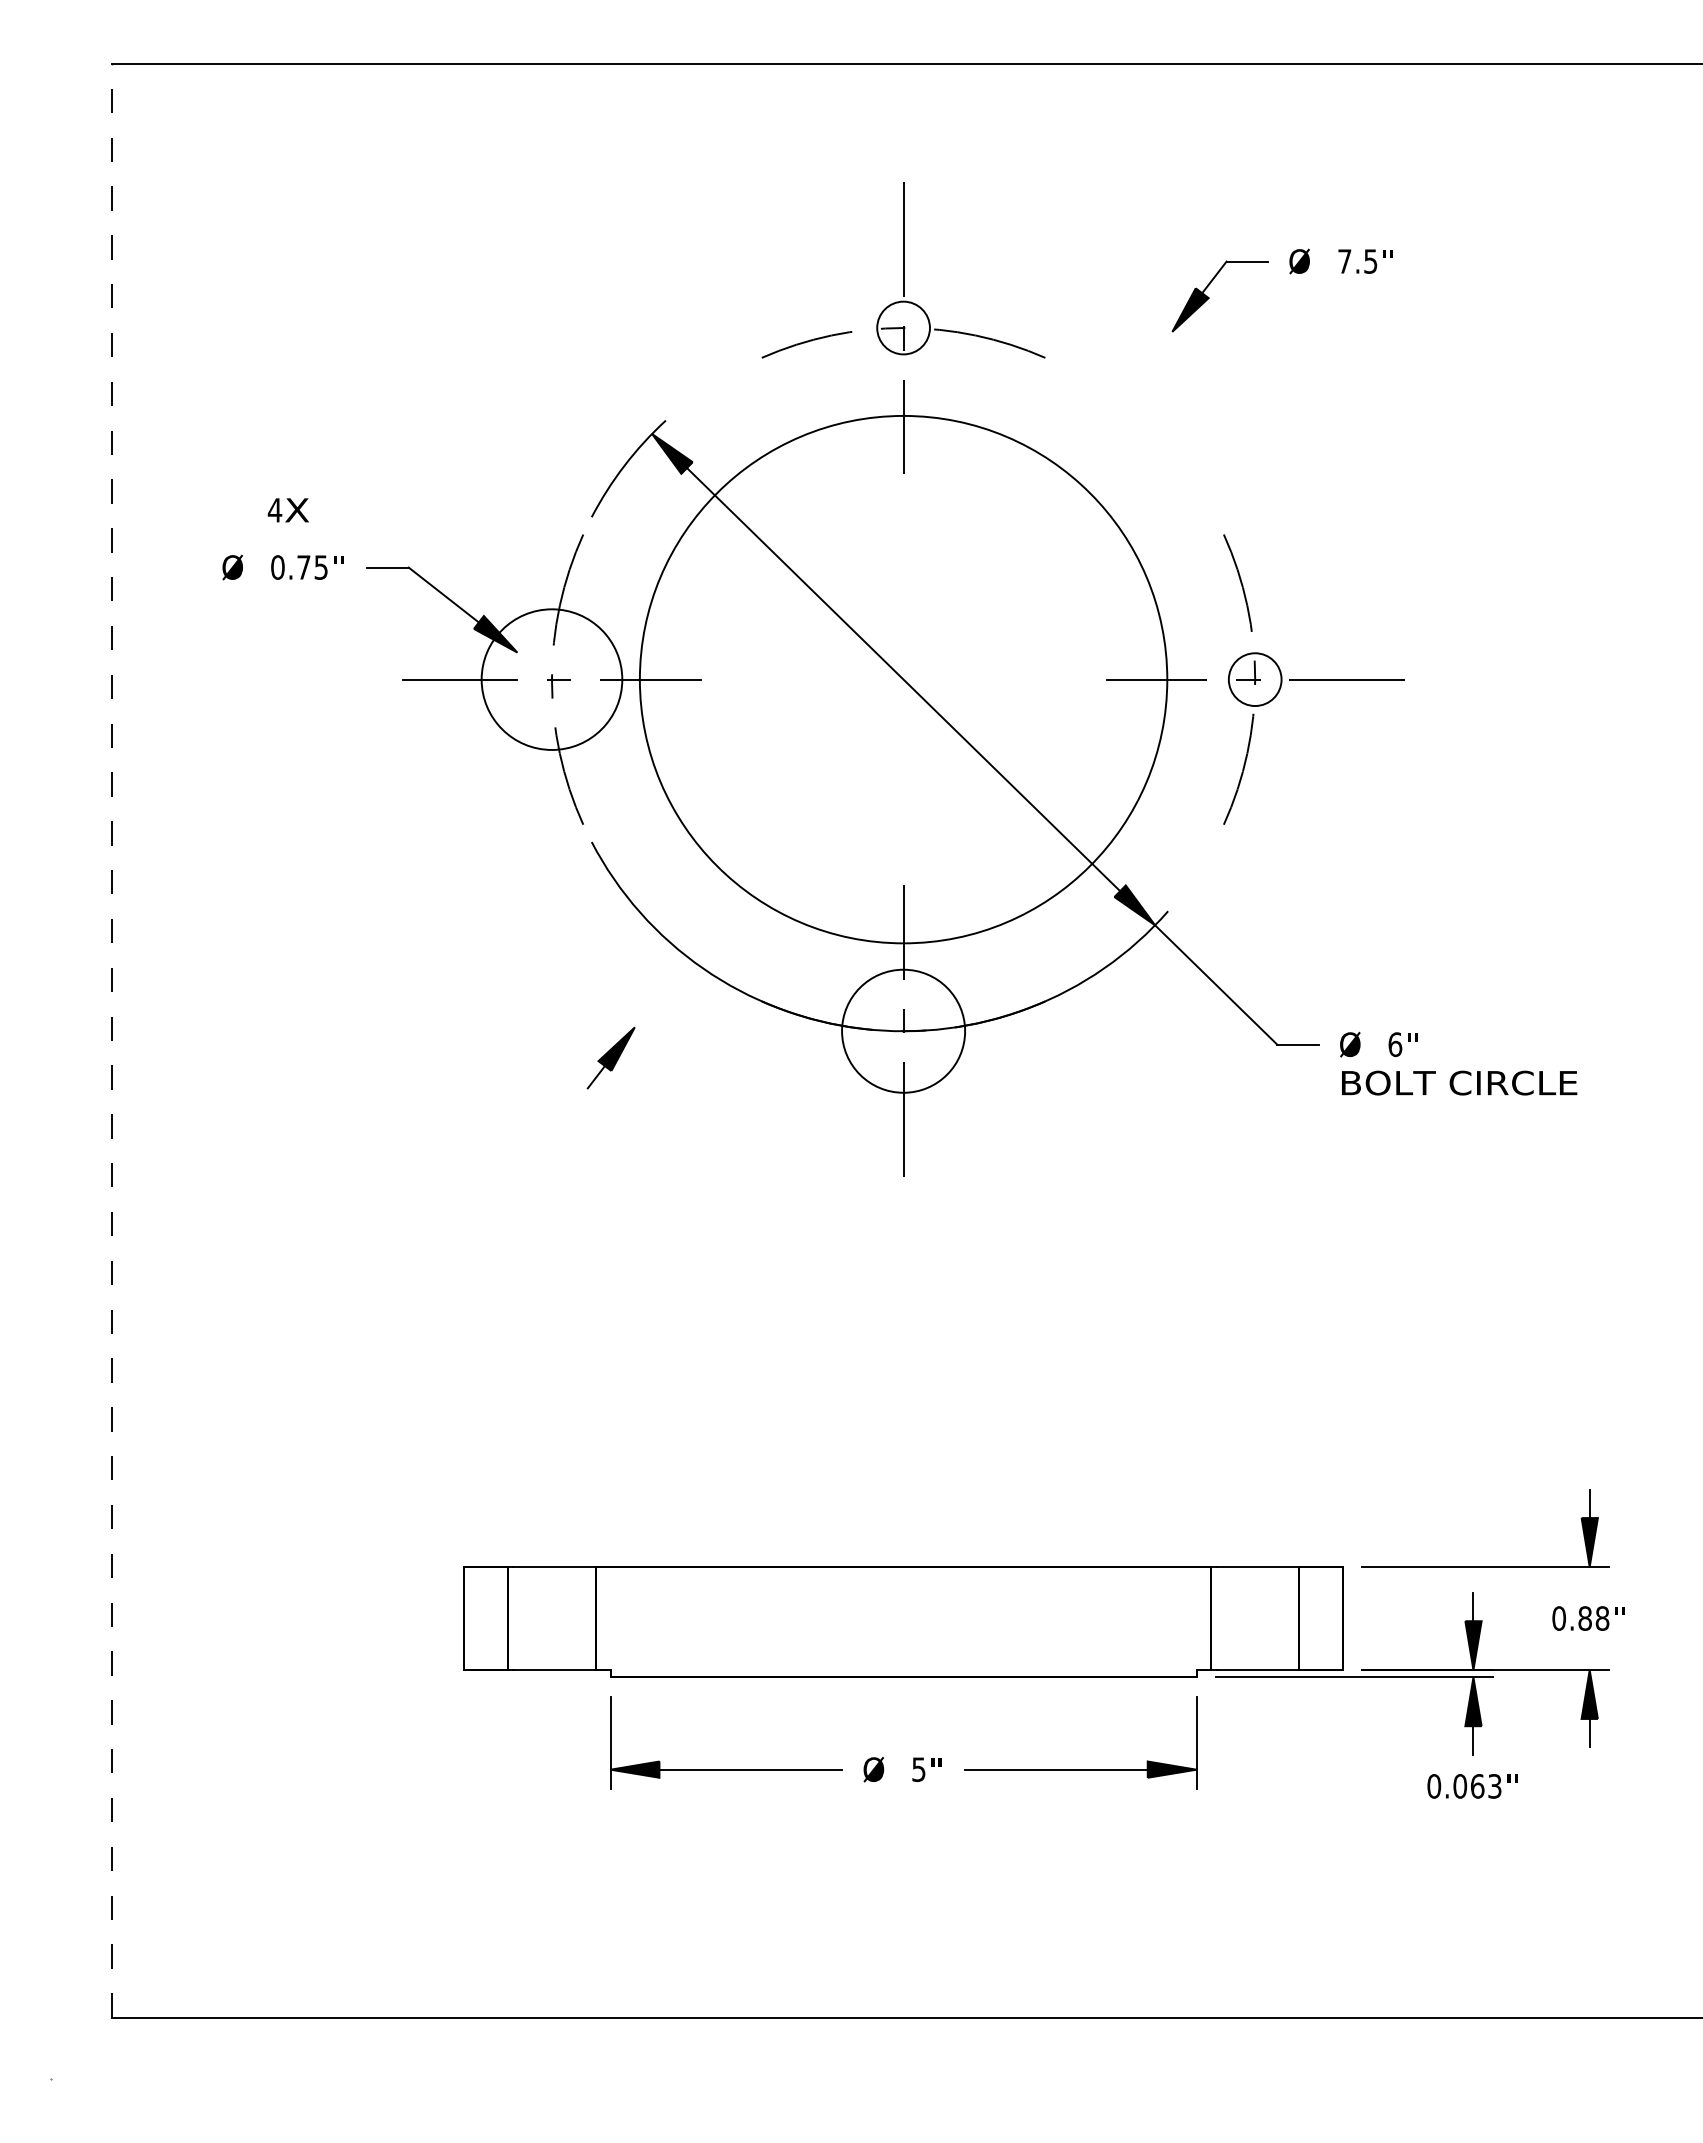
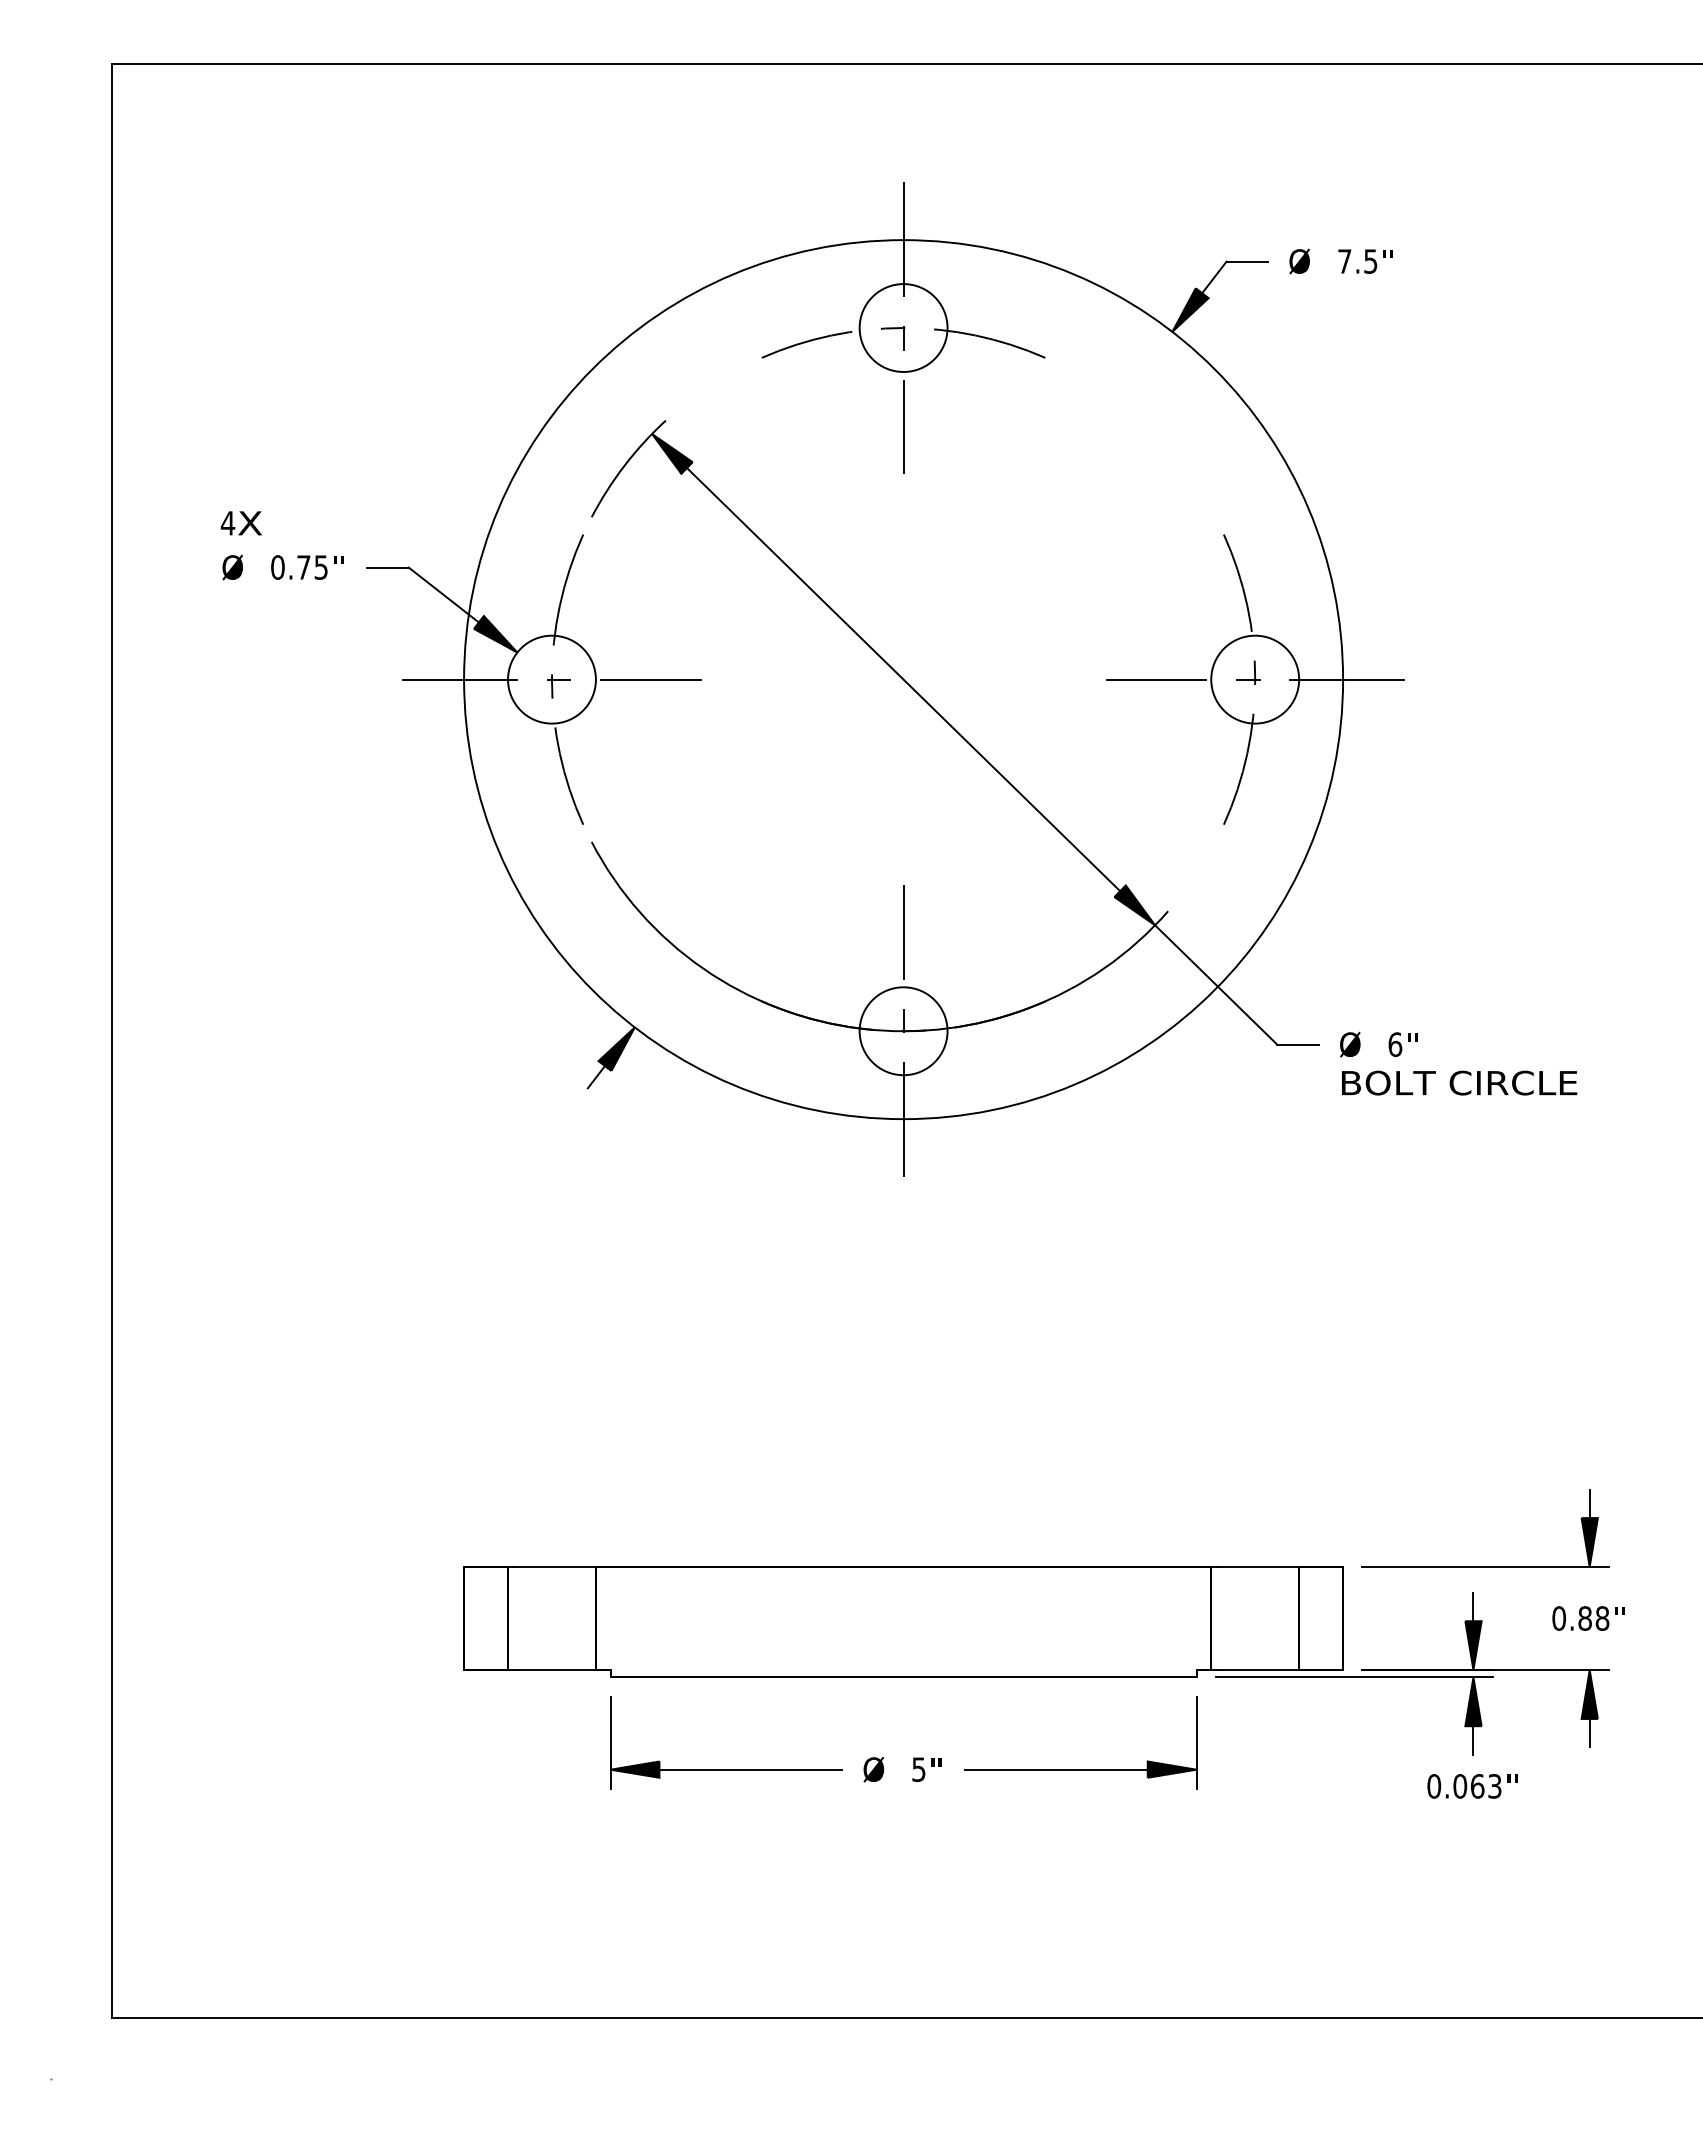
circle at (903, 327) diameter: 53 px -> 88 px
text at (287, 510) position: (287, 510) -> (240, 523)
circle at (551, 679) diameter: 141 px -> 88 px
circle at (903, 679) diameter: 527 px -> 879 px
circle at (1254, 679) diameter: 53 px -> 88 px
circle at (903, 1030) diameter: 123 px -> 88 px
line at (112, 1040): dashed -> solid
